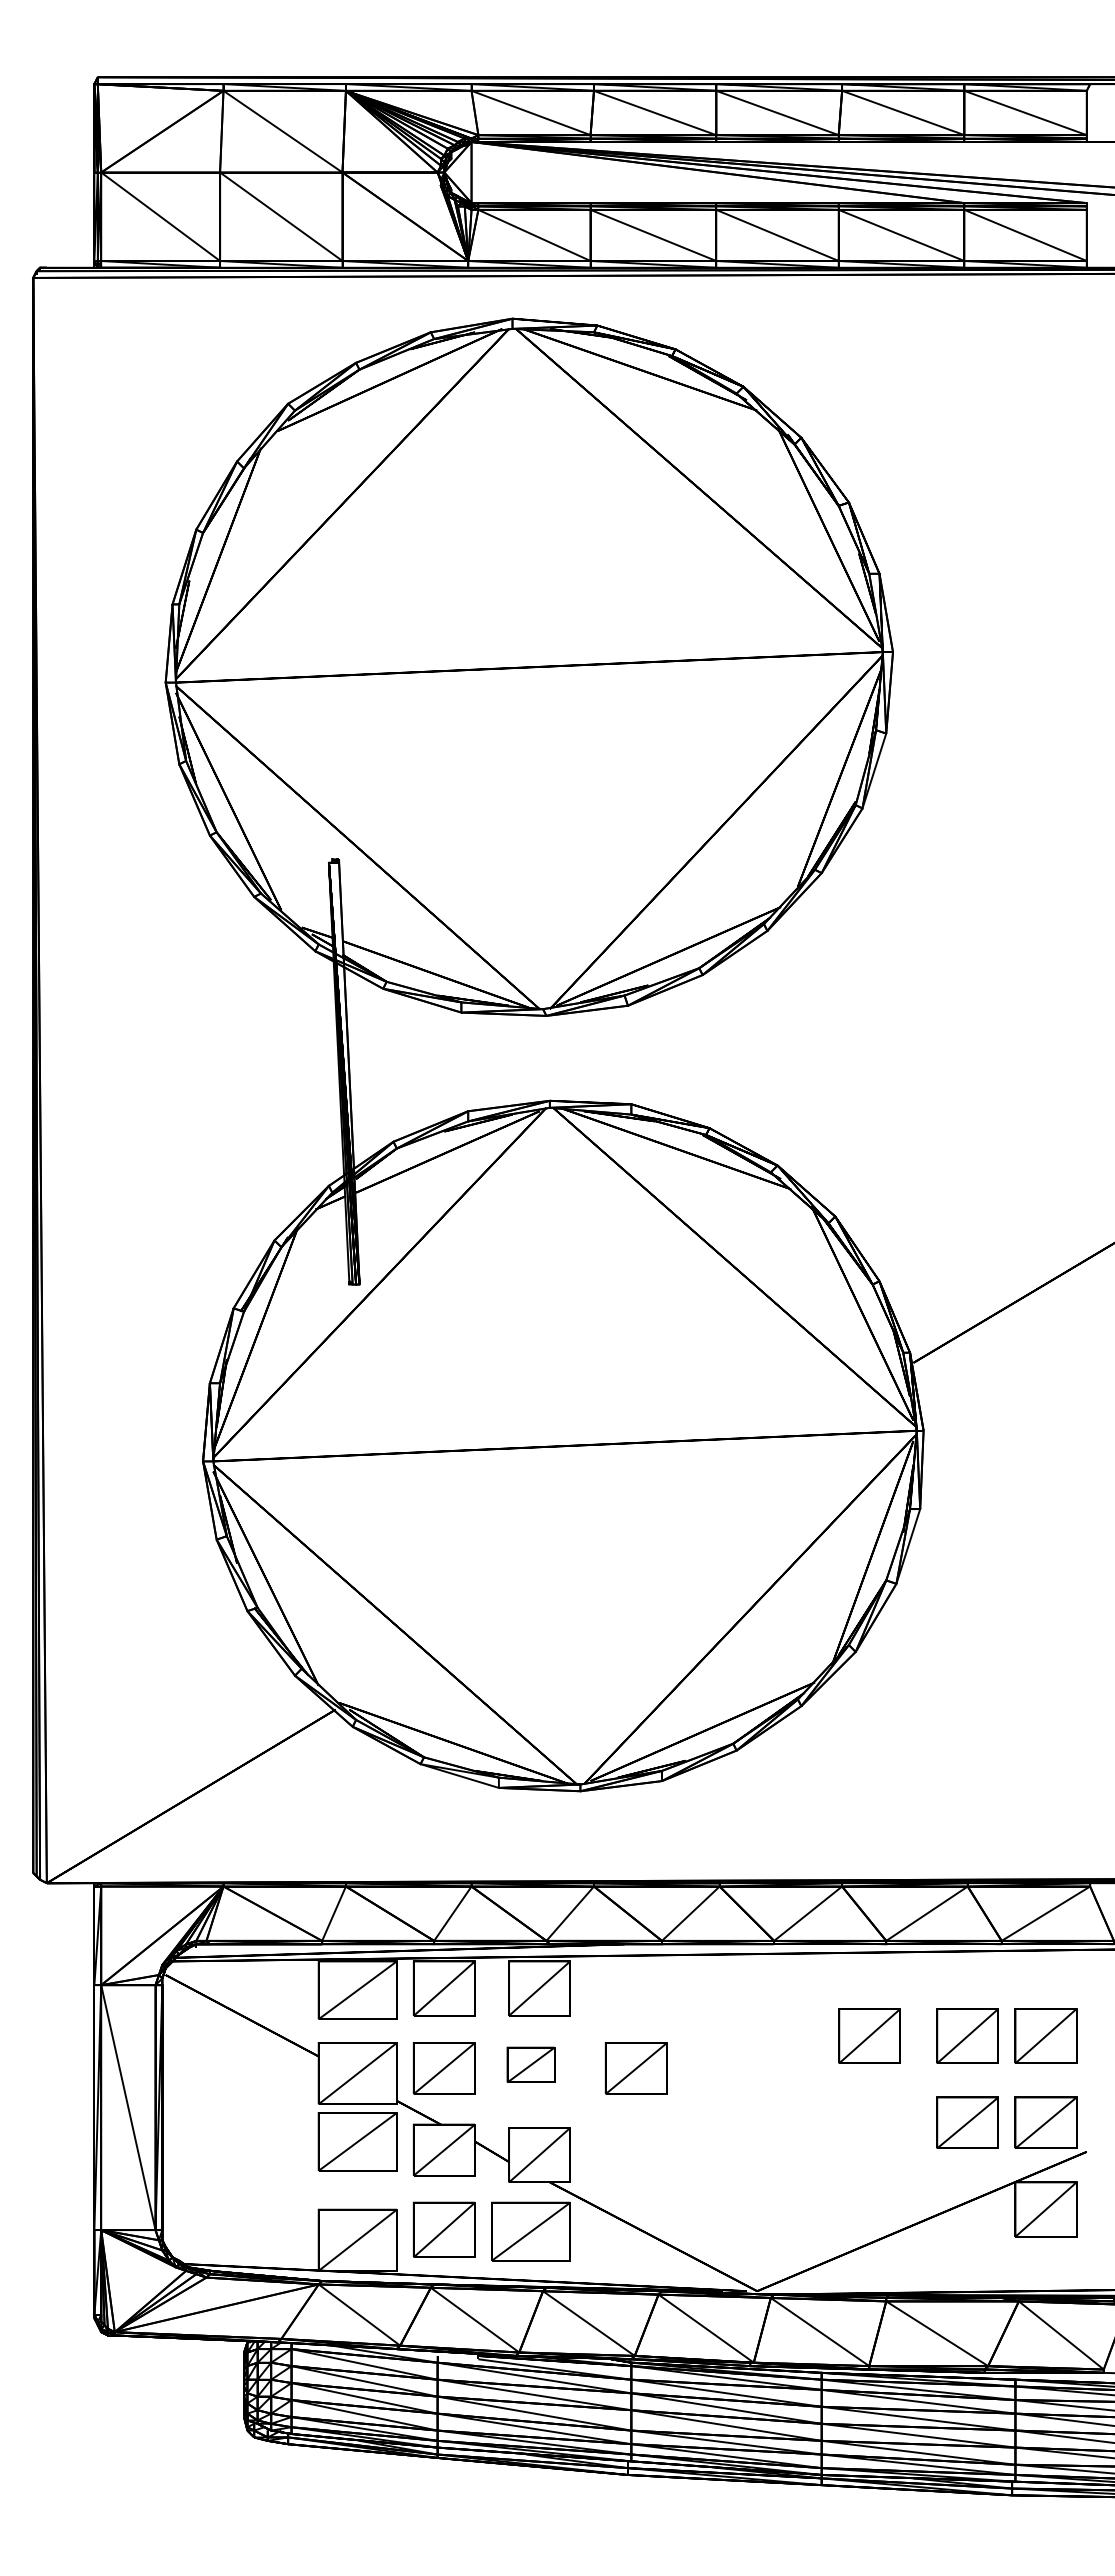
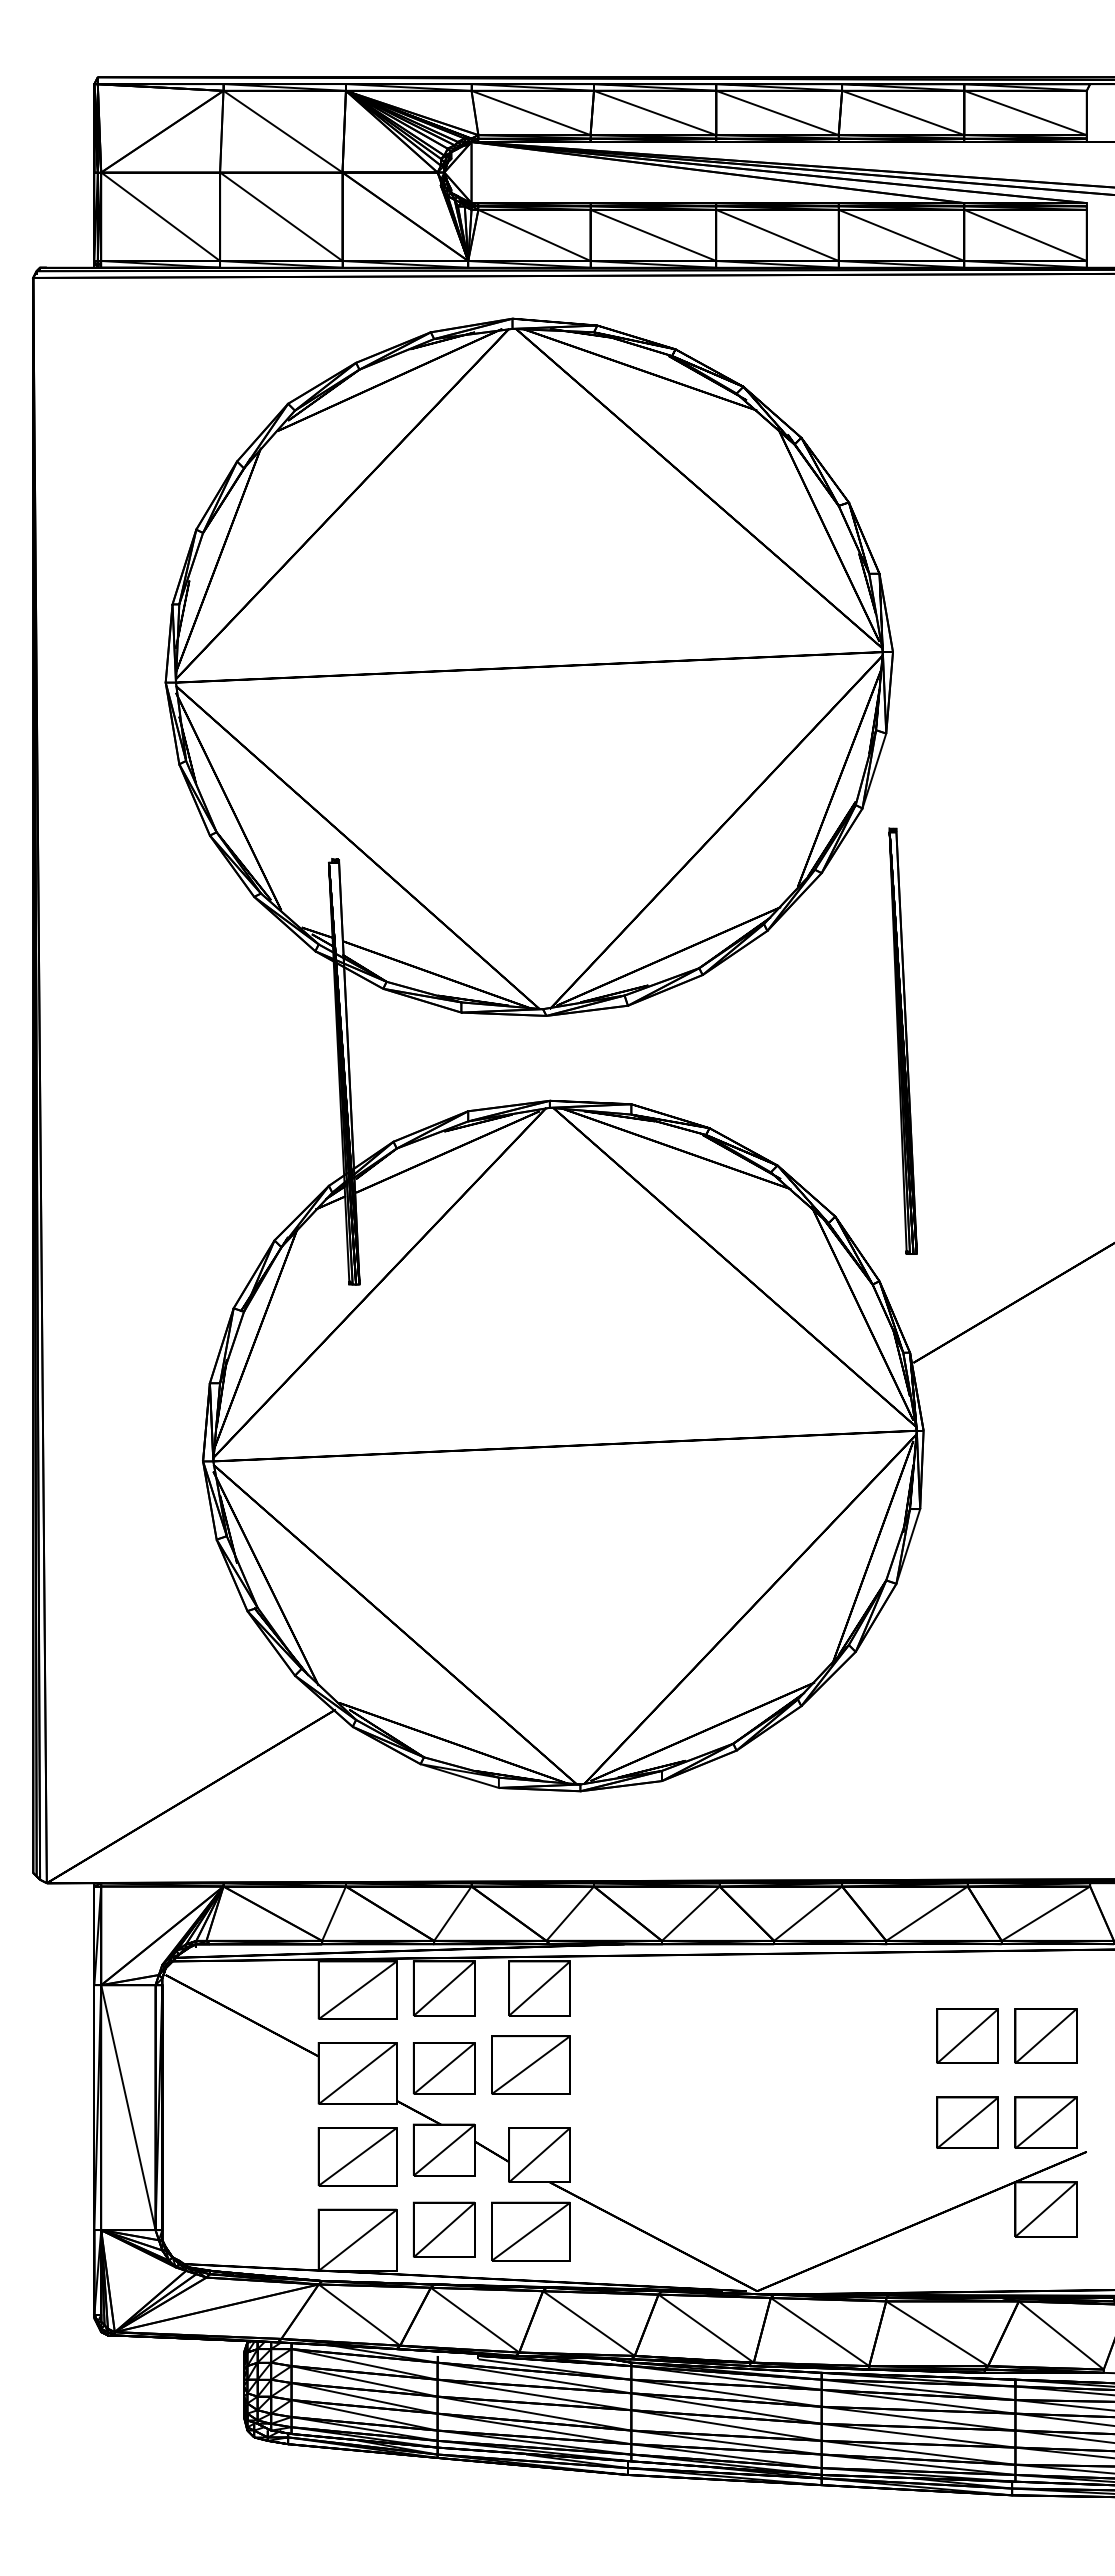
part at (902, 1040): none -> present
part at (869, 2035): present -> none
part at (530, 2064) size: 50x37 px -> 80x60 px
part at (636, 2068): present -> none
part at (357, 2141) position: (357, 2141) -> (357, 2156)
